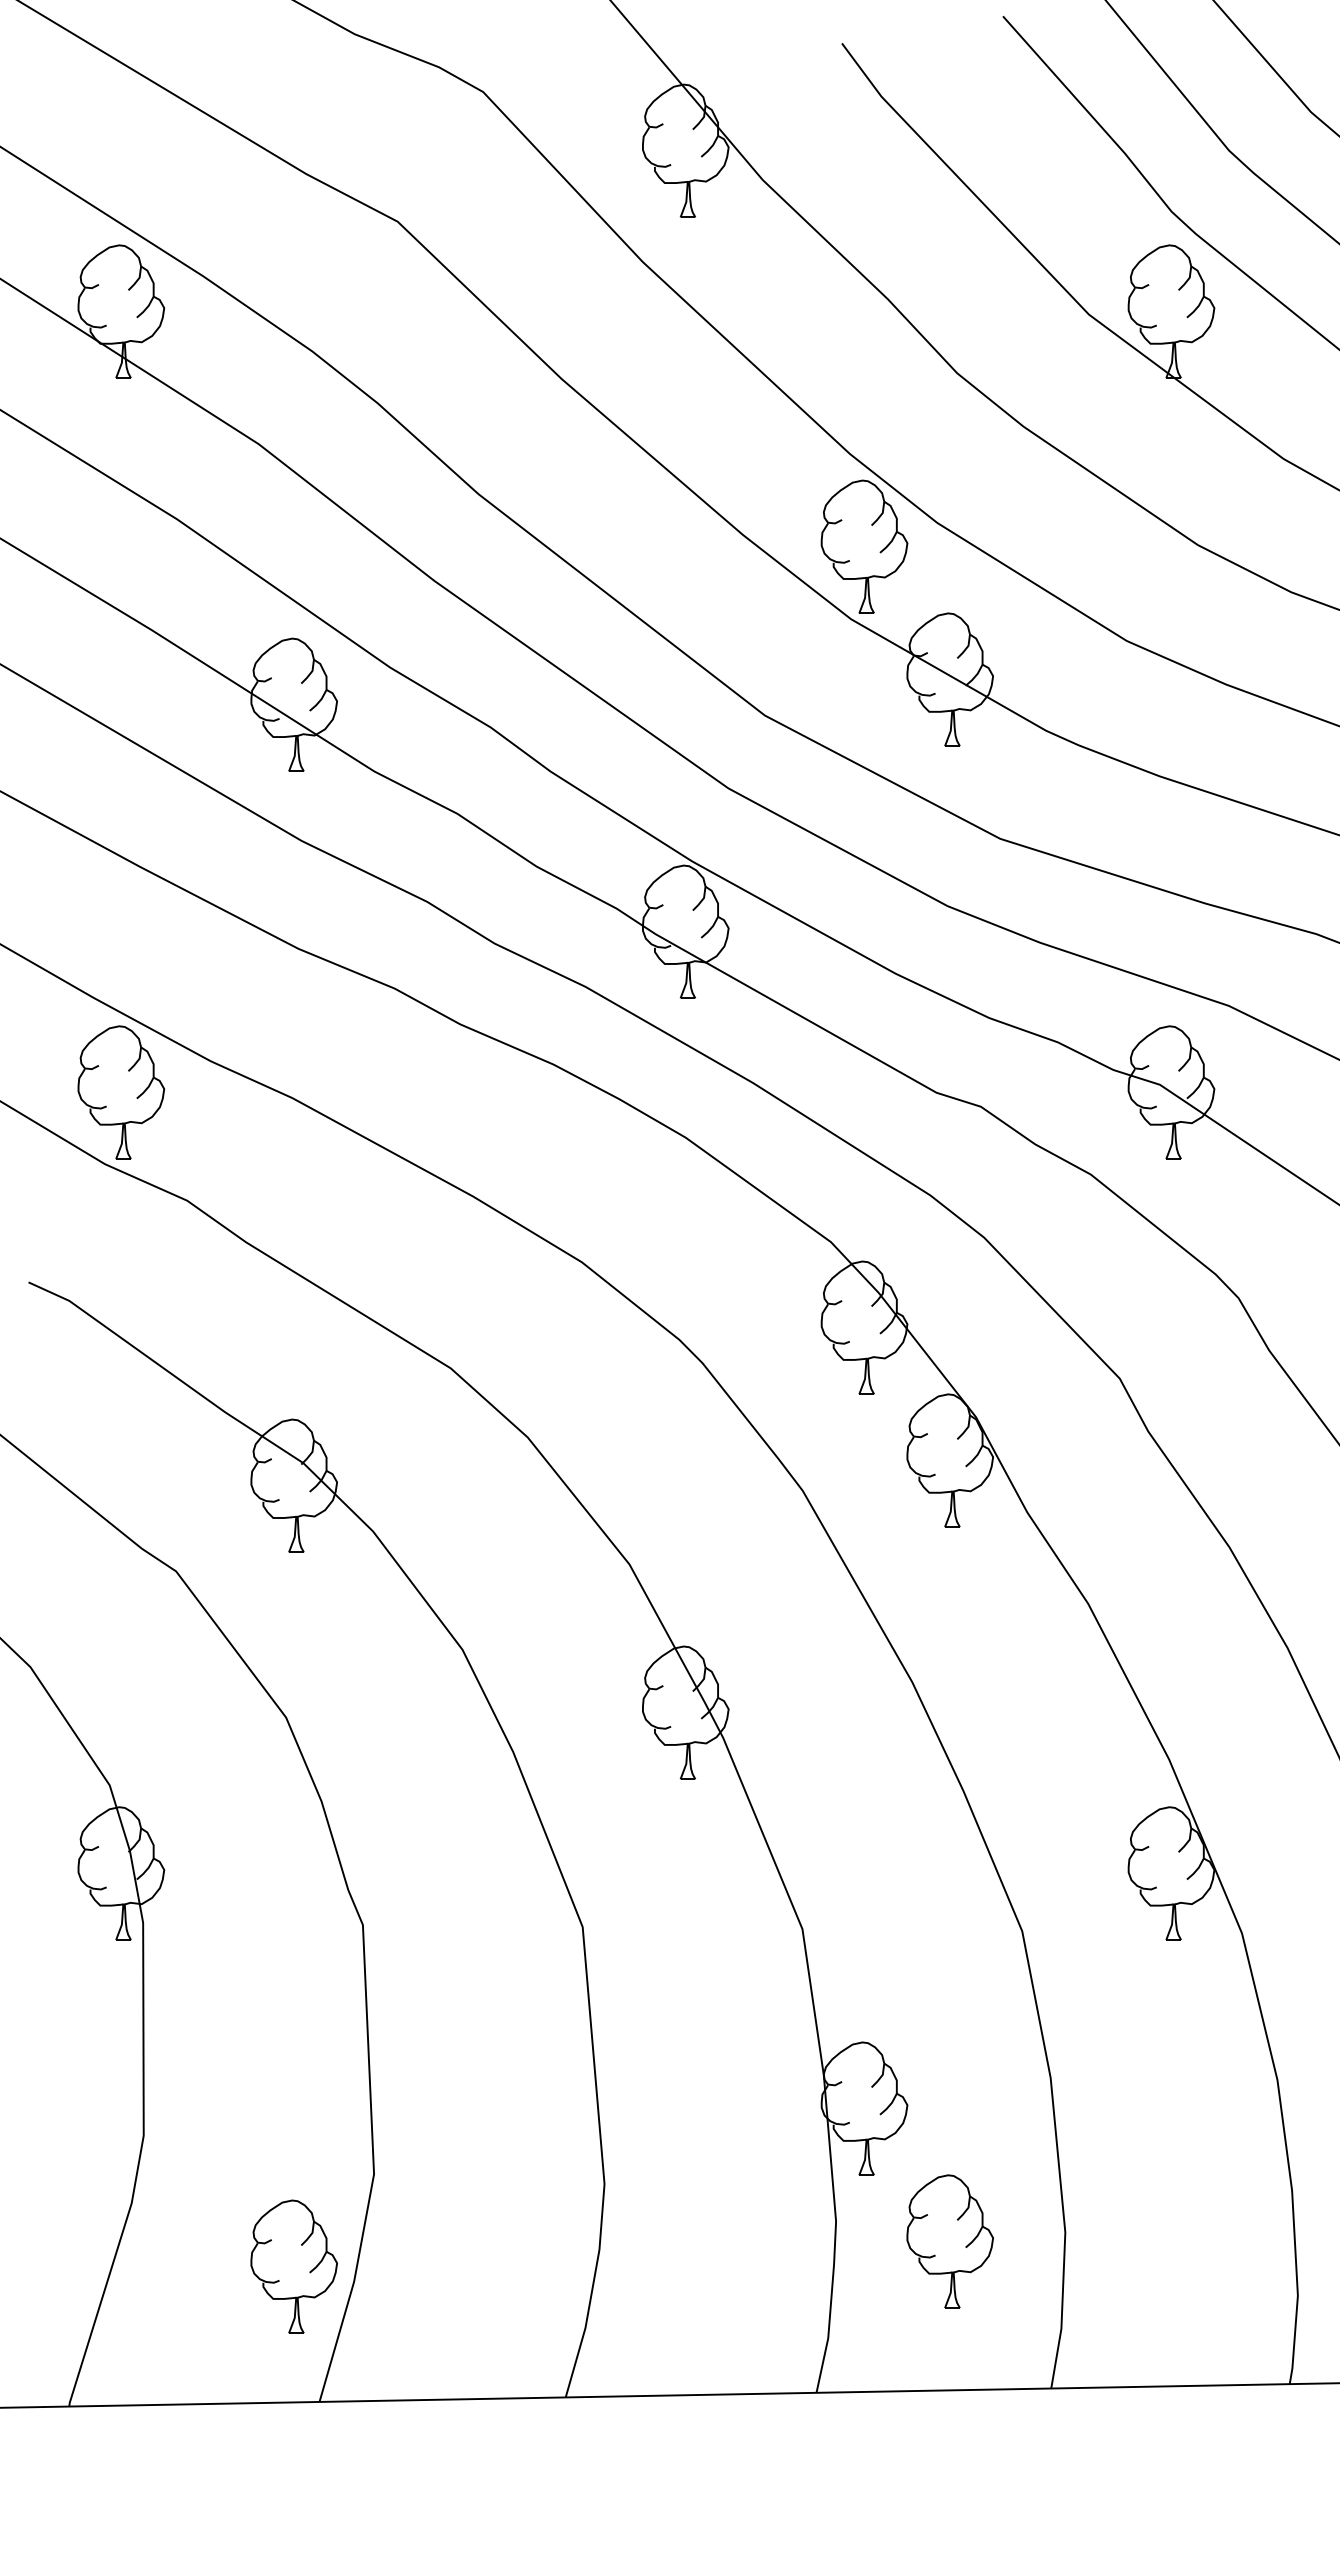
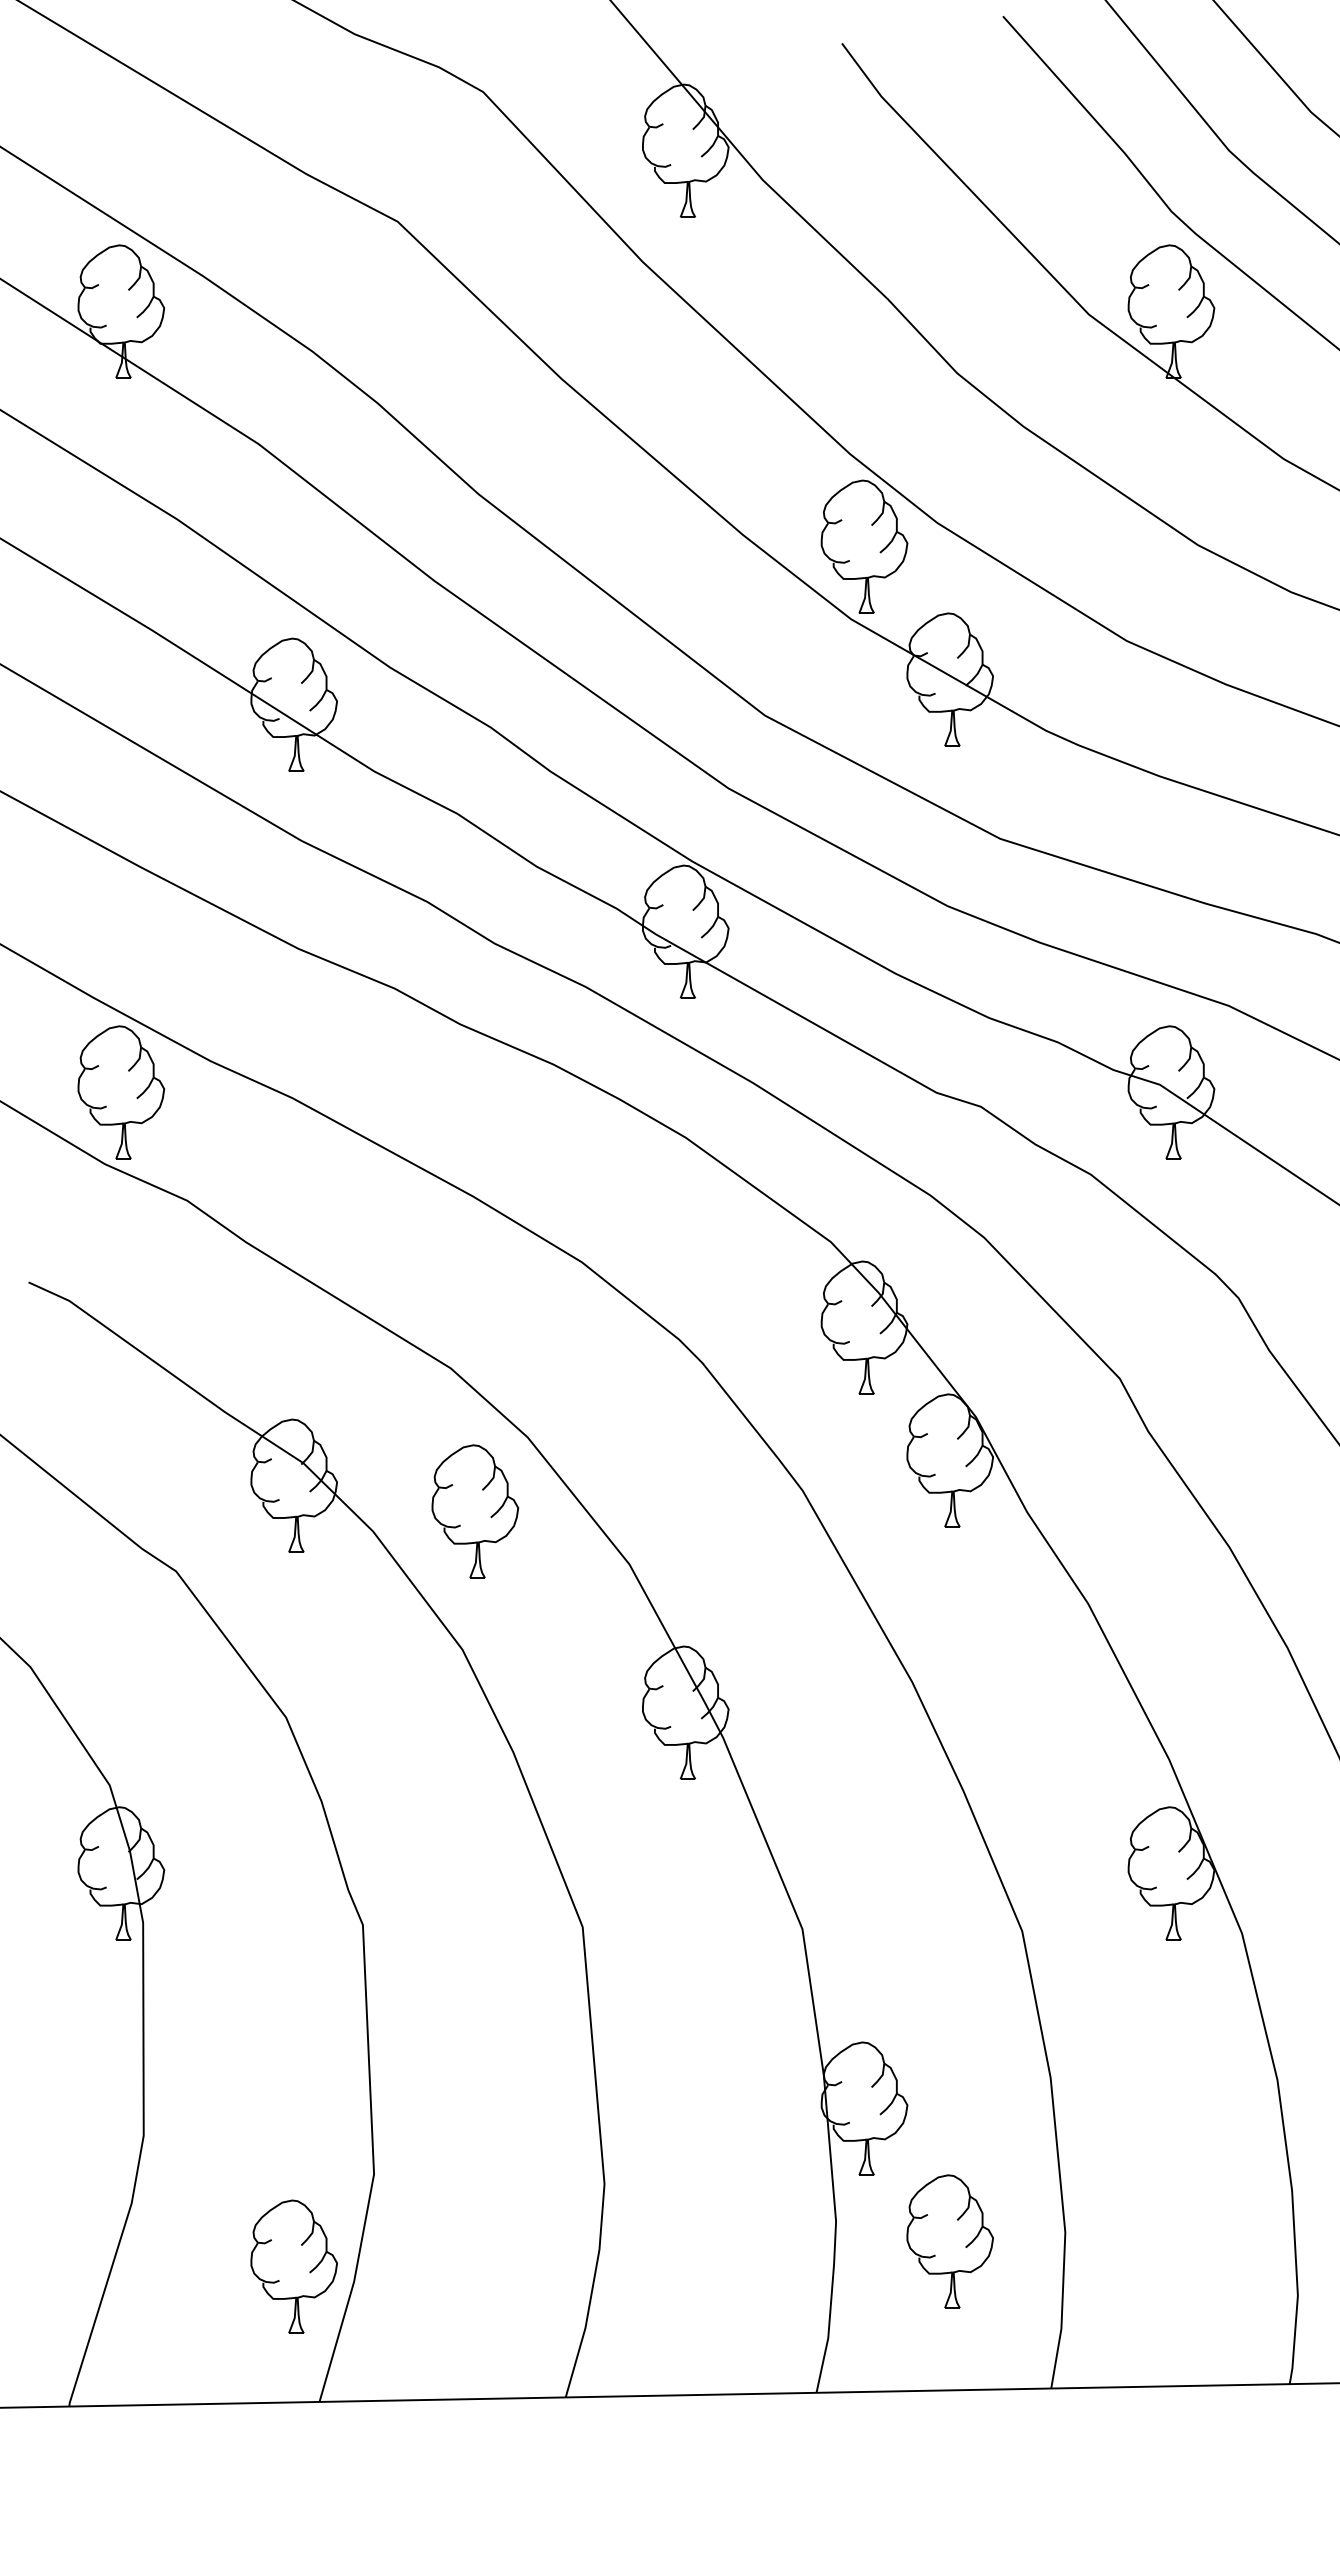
part at (475, 1511): none -> present
